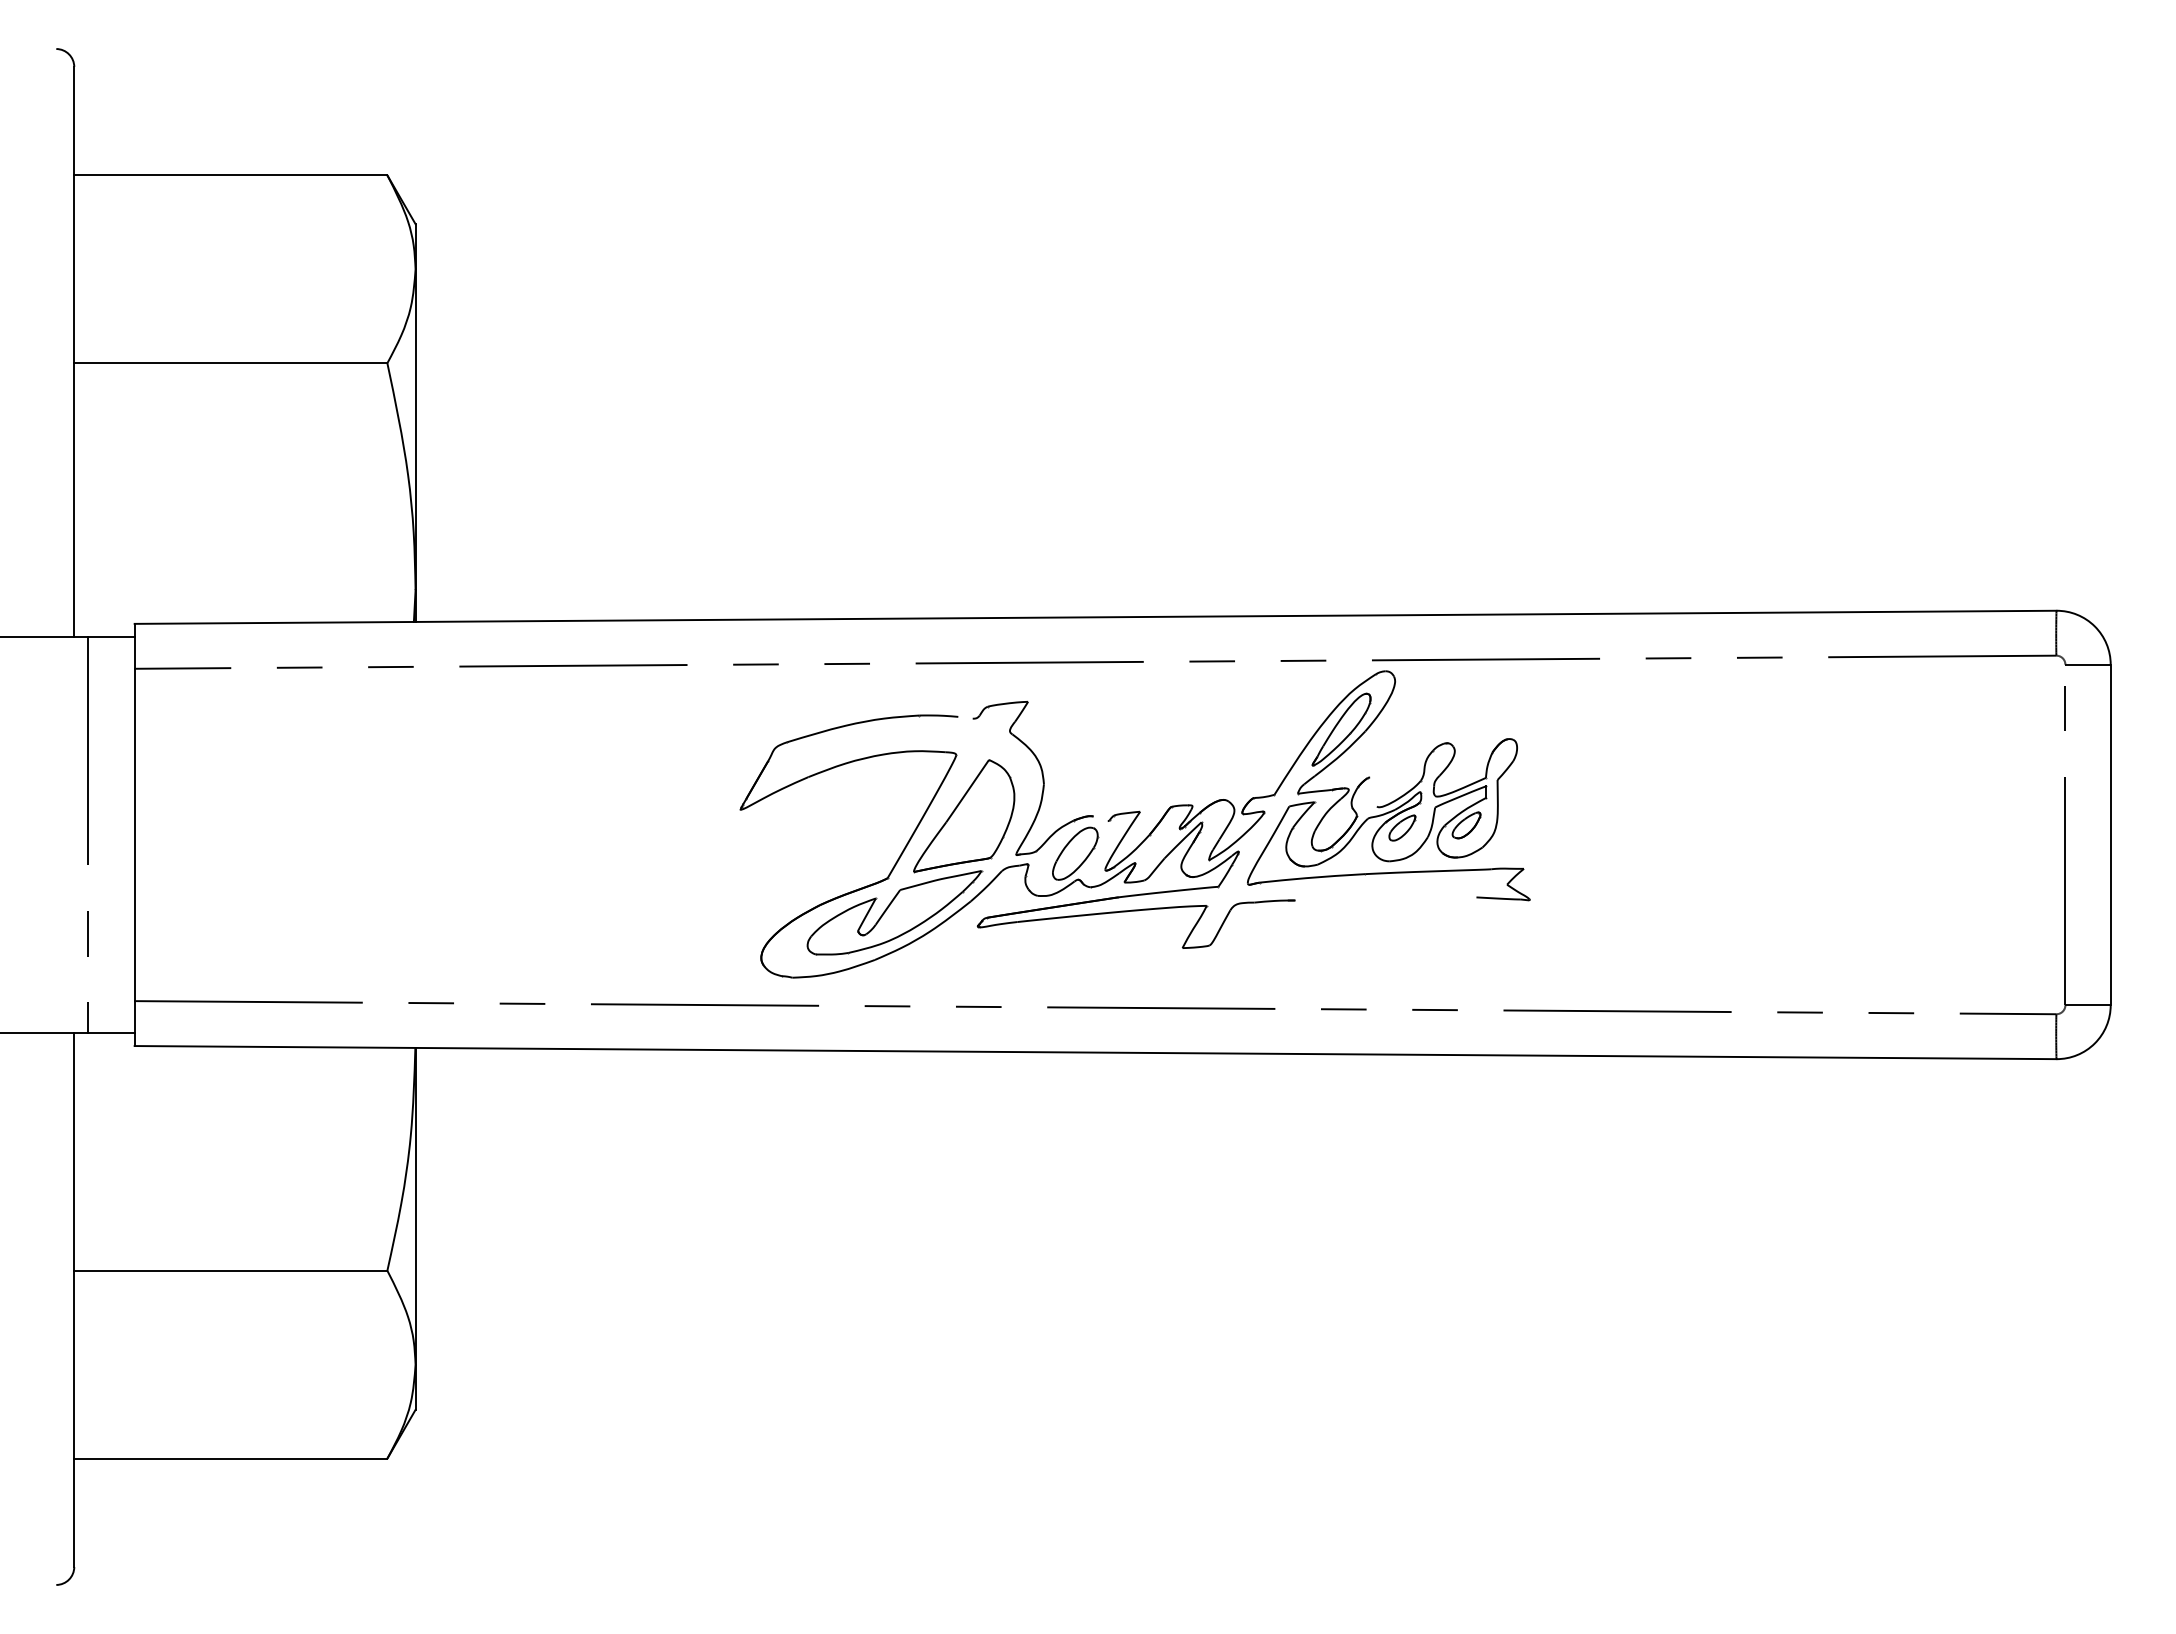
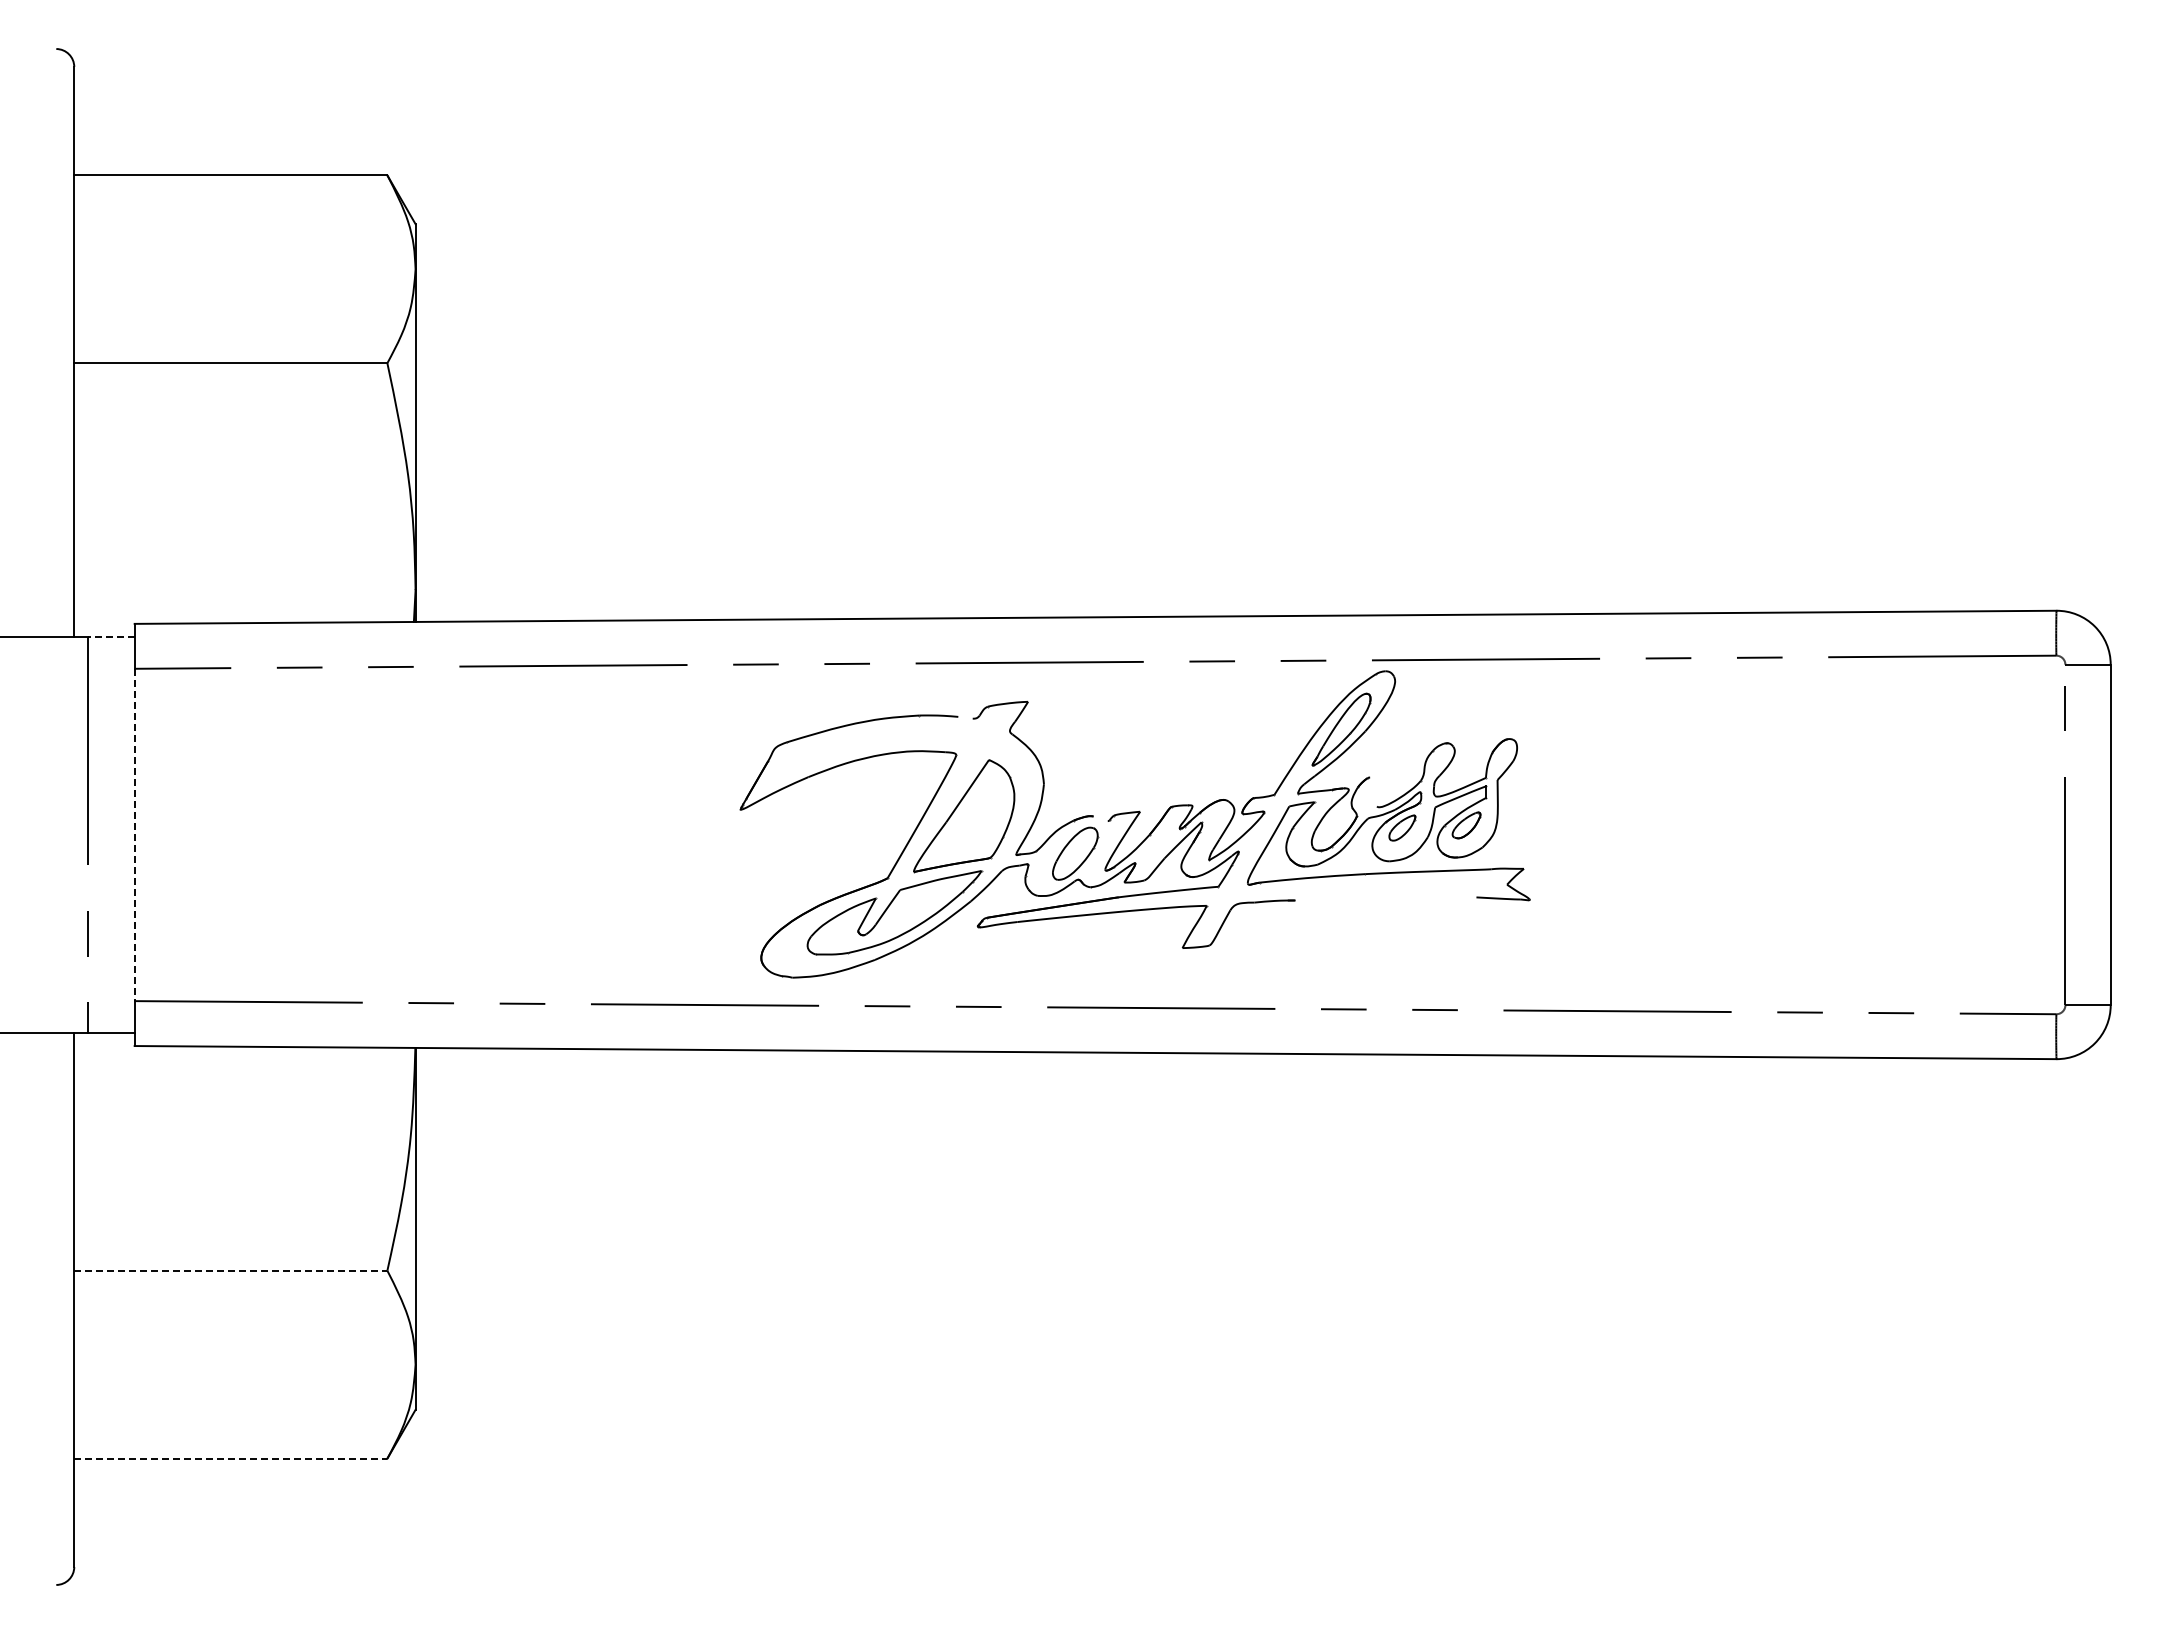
line at (110, 637): solid -> dashed
line at (134, 835): solid -> dashed
line at (230, 1270): solid -> dashed
line at (230, 1458): solid -> dashed
